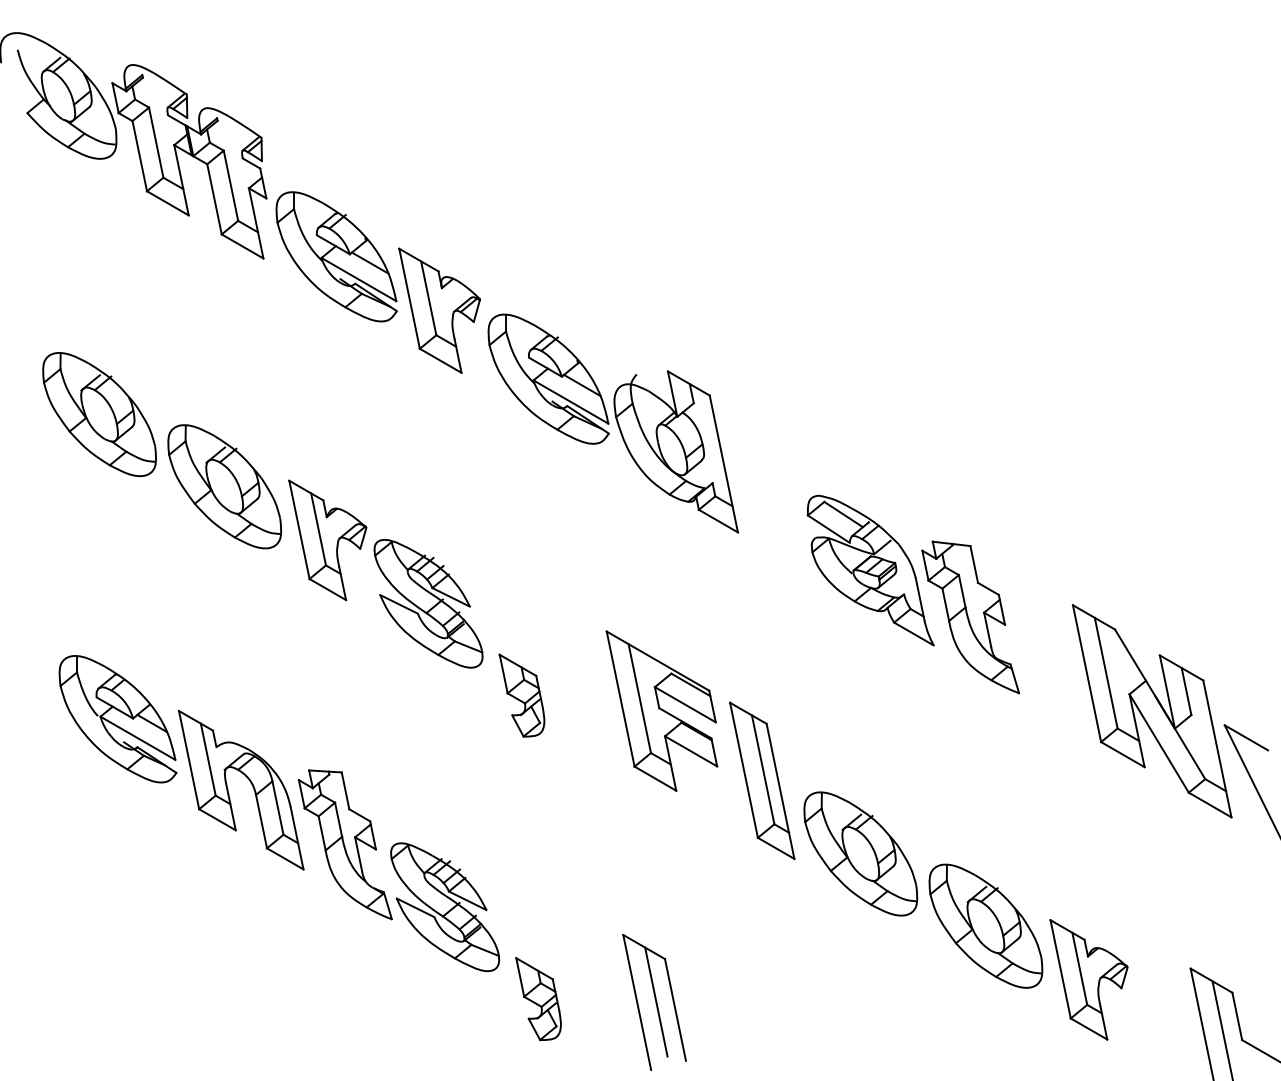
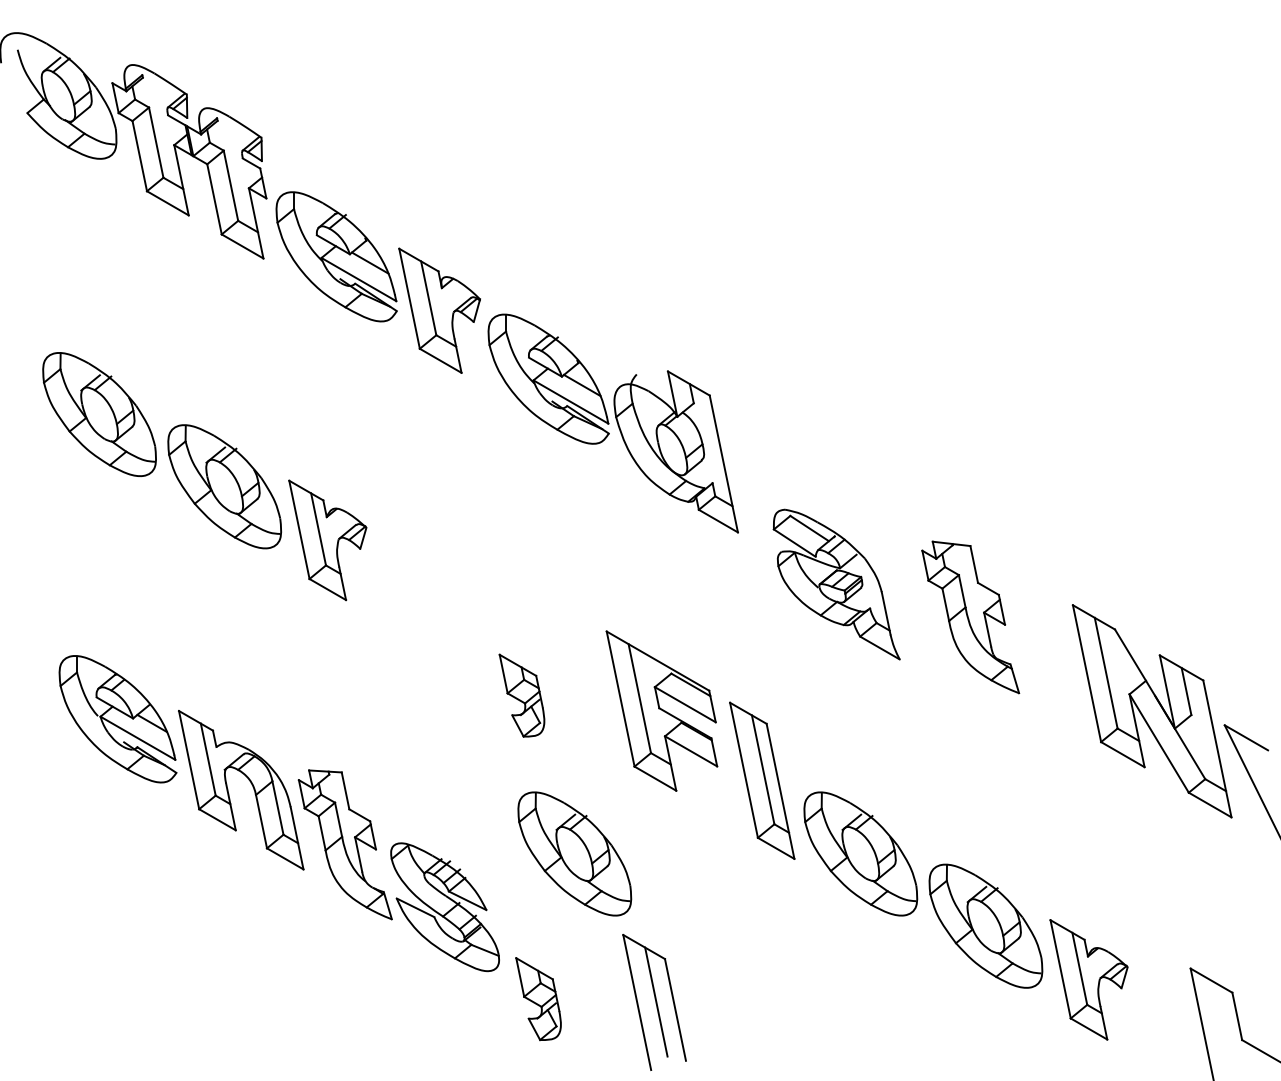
part at (870, 570) position: (870, 570) -> (836, 584)
part at (428, 603): present -> none
part at (574, 853): none -> present
line at (1222, 1029): present -> none
